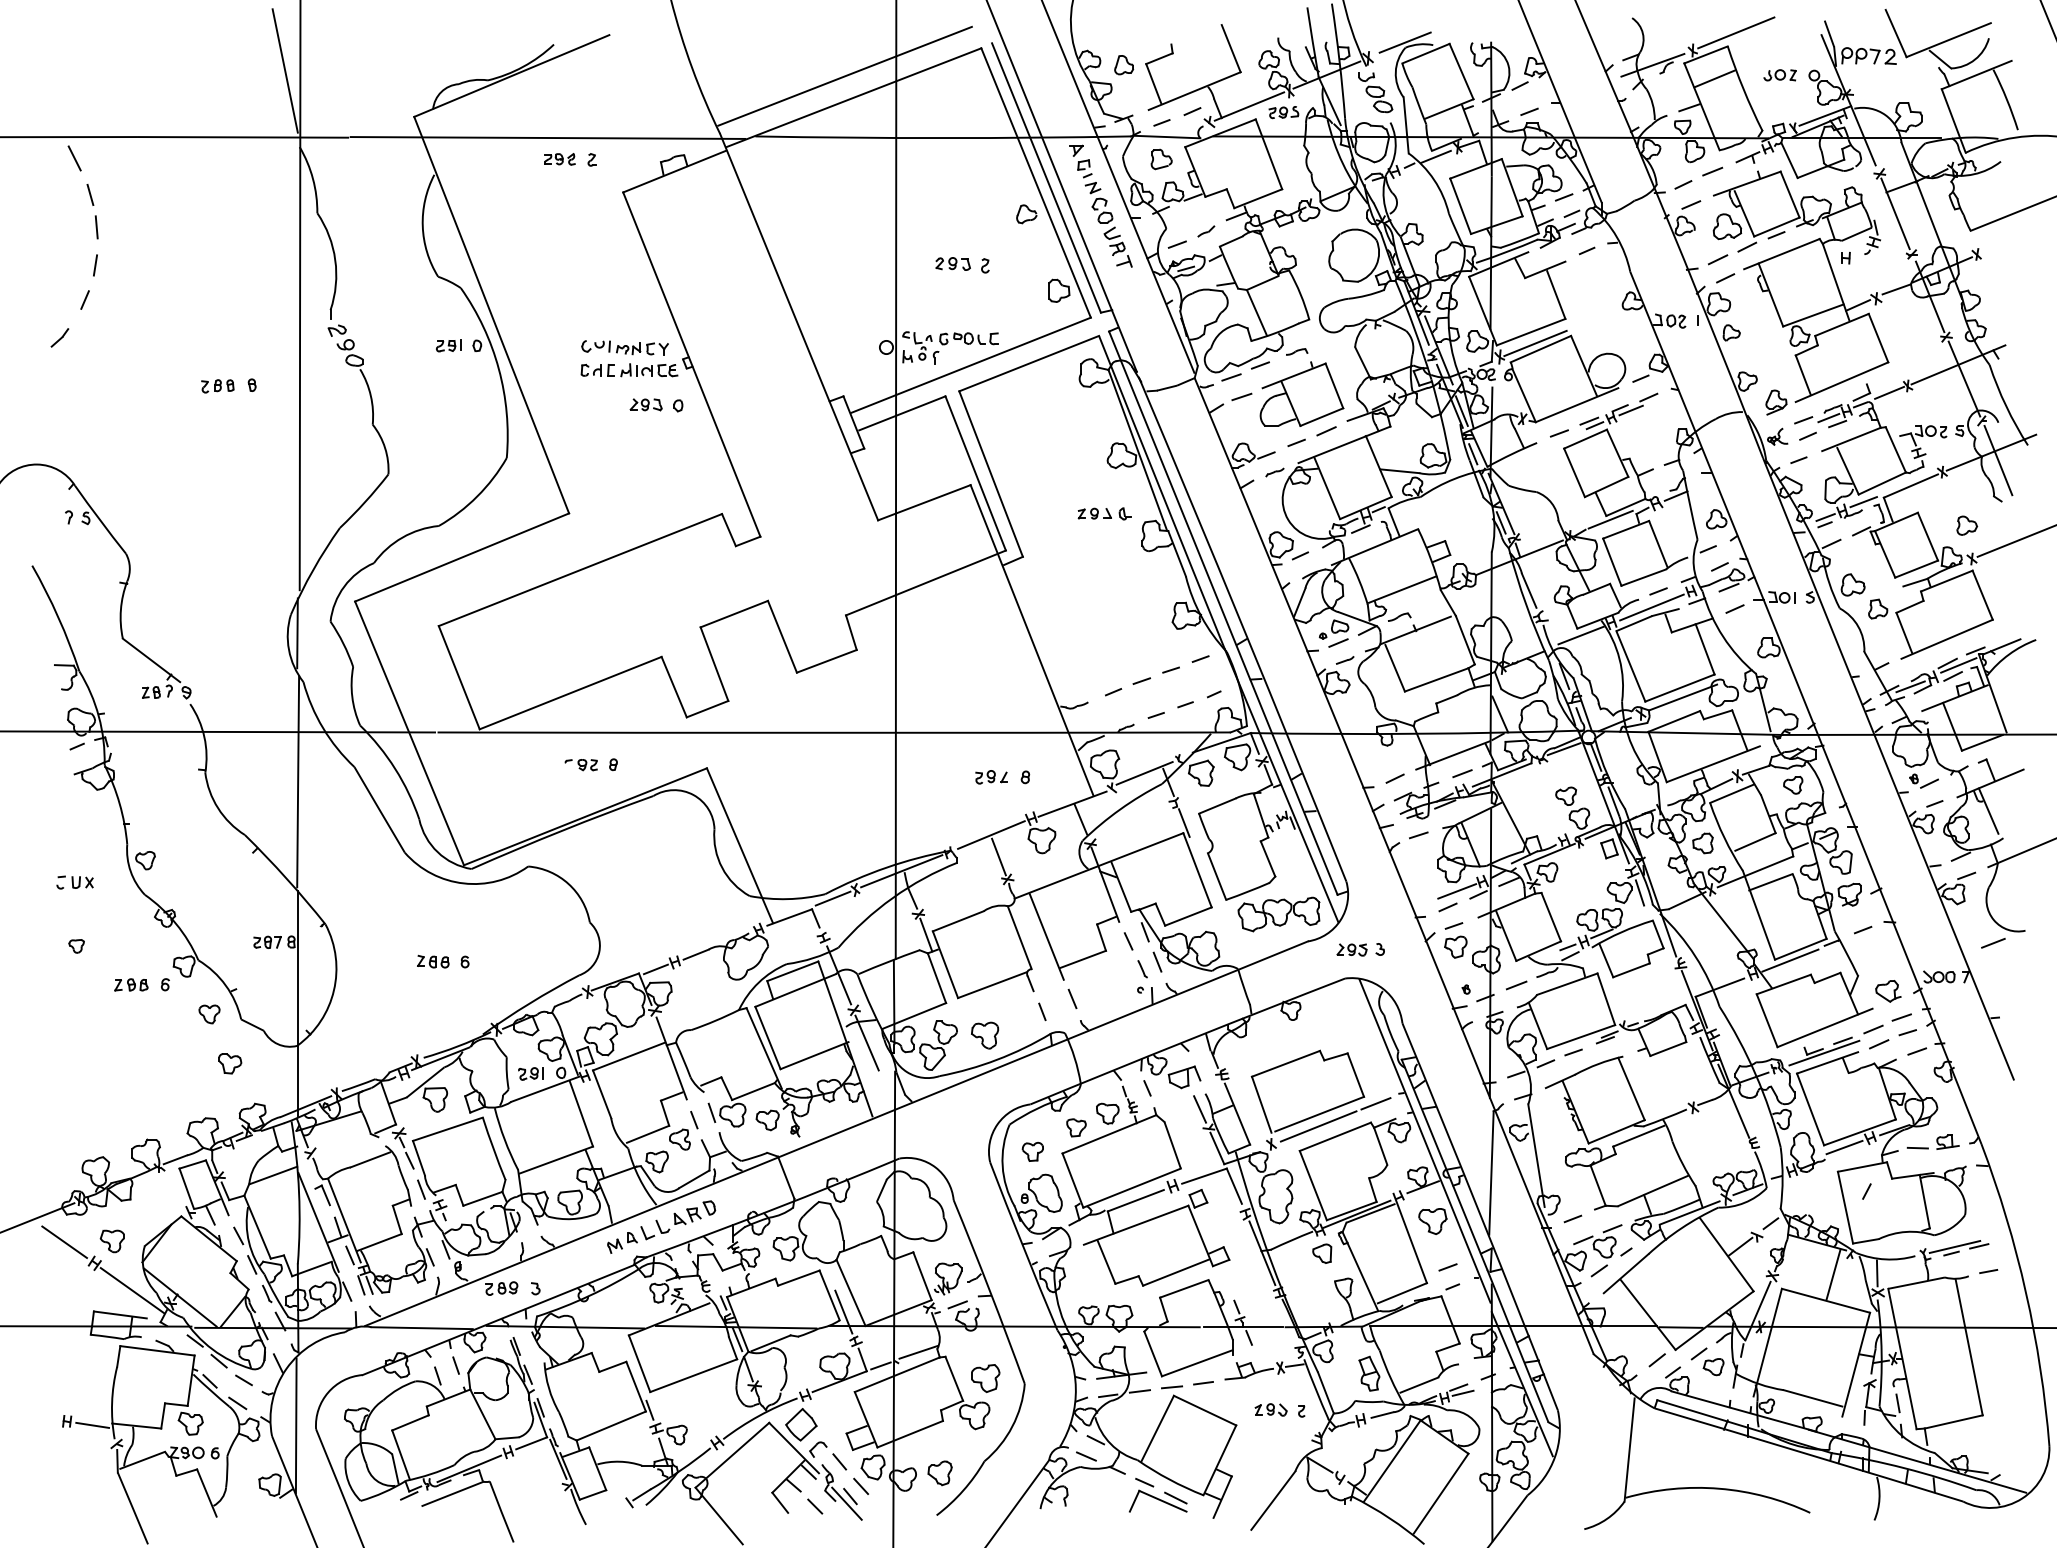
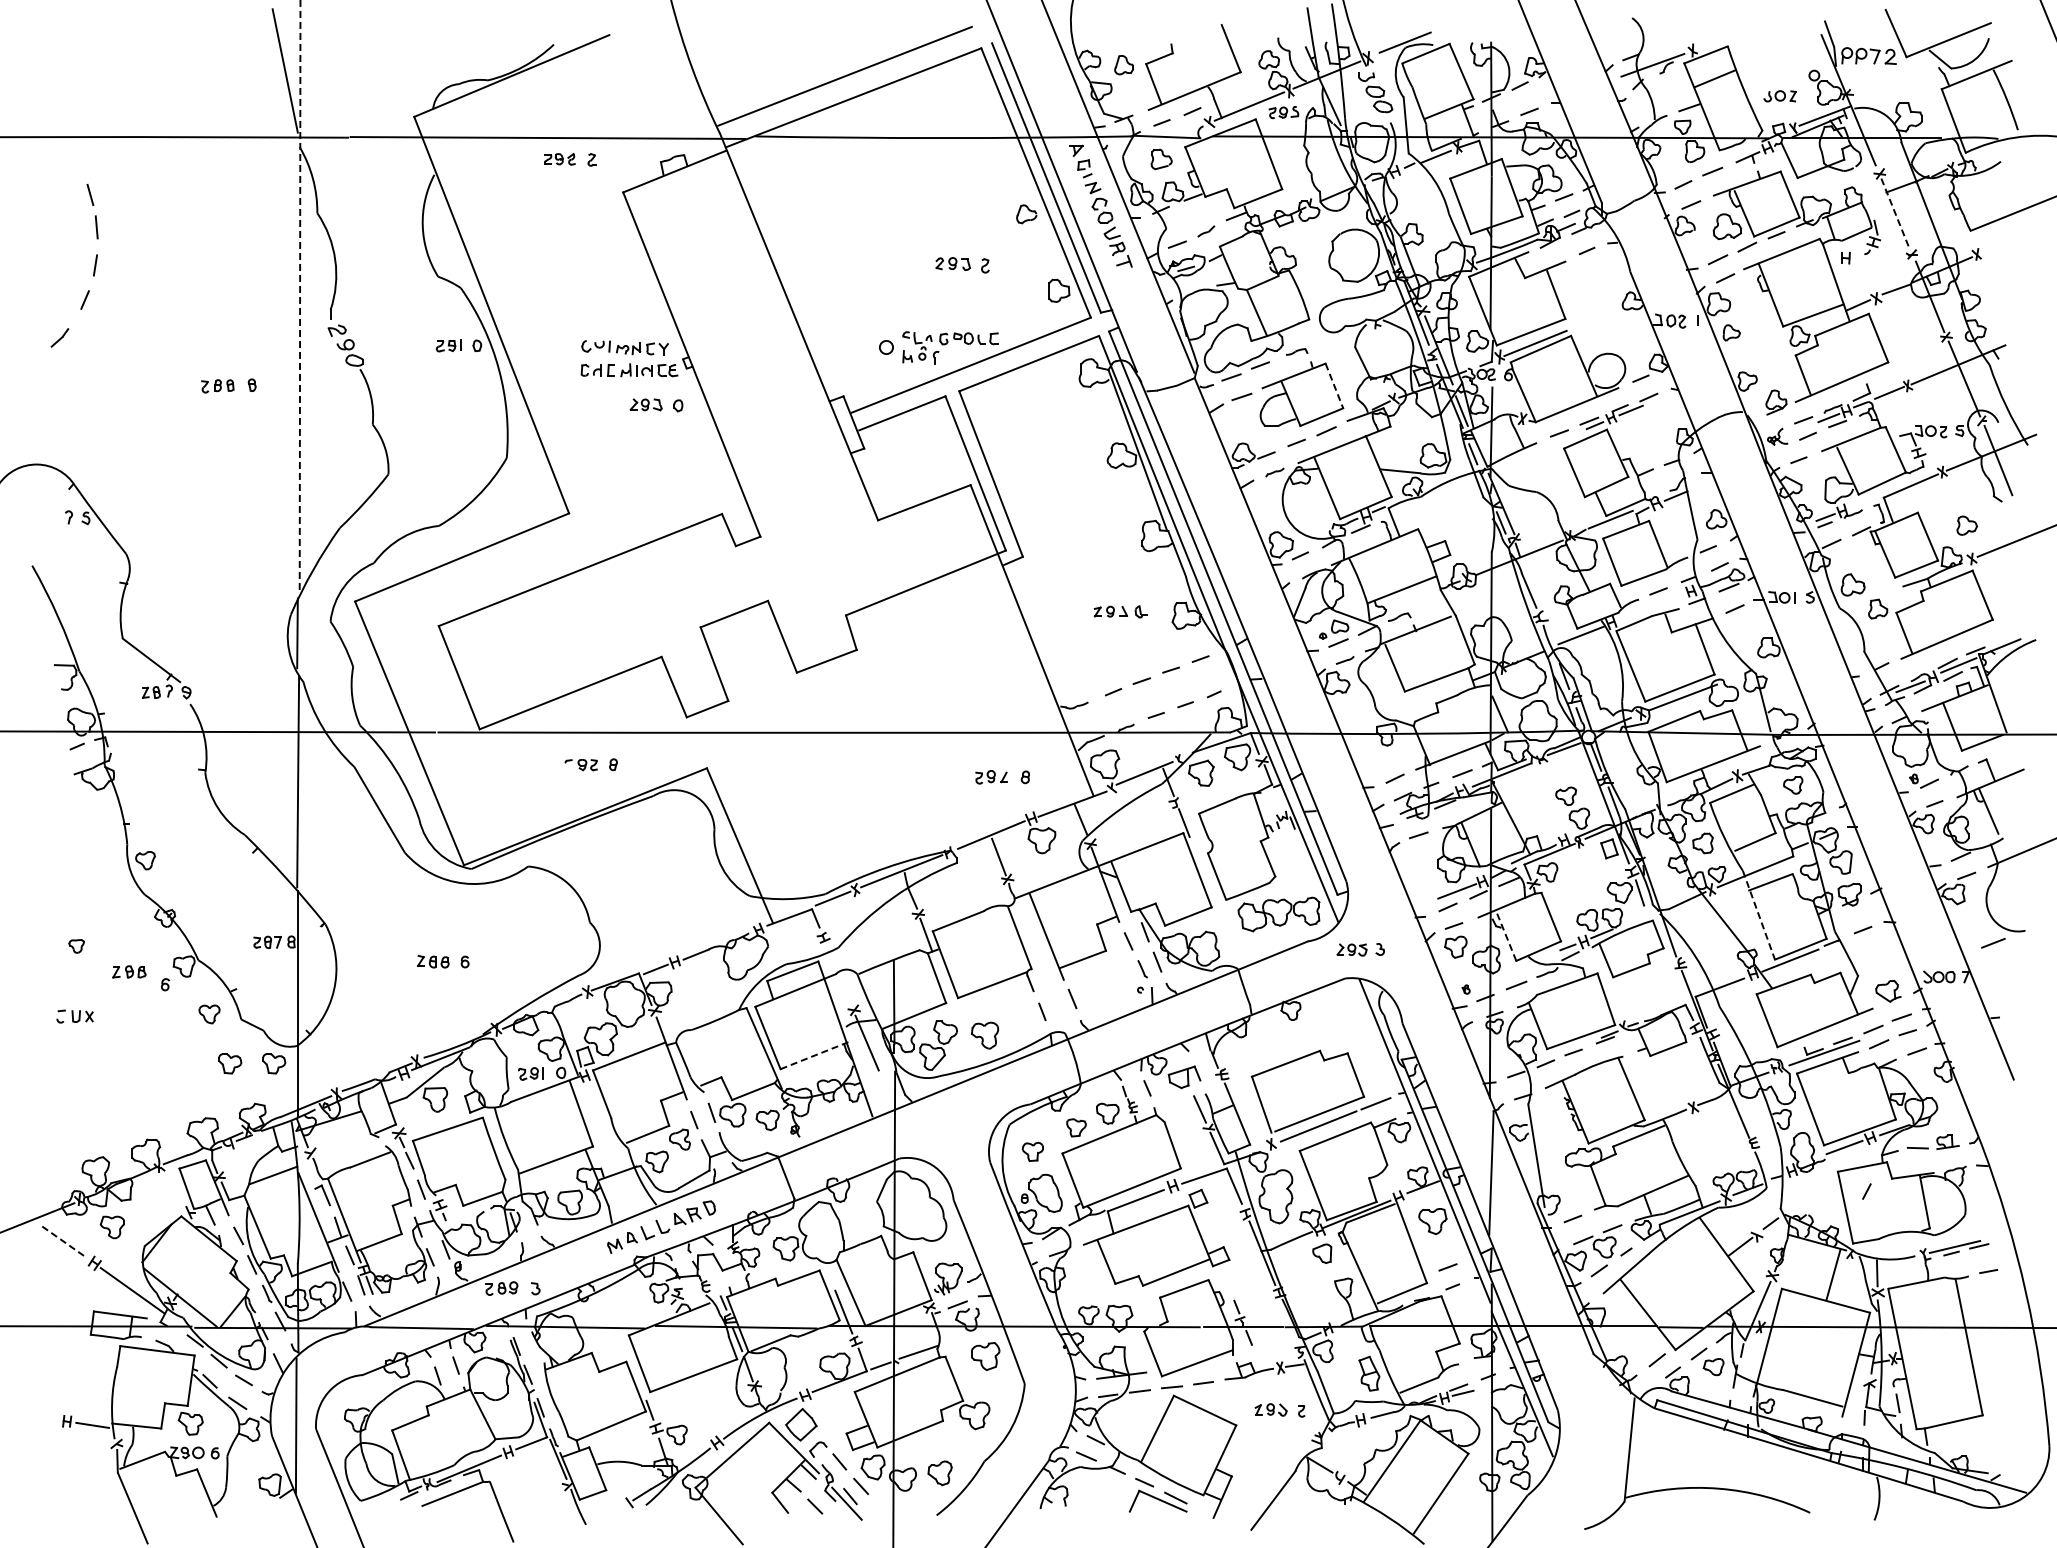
line at (1736, 32): present -> none
part at (1779, 75) position: (1779, 75) -> (1779, 96)
line at (74, 158): present -> none
line at (1895, 213): solid -> dashed
line at (300, 295): solid -> dashed
line at (1334, 386): solid -> dashed
line at (895, 480): present -> none
line at (1863, 502): present -> none
part at (1104, 513) position: (1104, 513) -> (1120, 611)
line at (1651, 607): present -> none
part at (74, 882) position: (74, 882) -> (74, 1016)
line at (1759, 915): solid -> dashed
line at (1506, 936): solid -> dashed
line at (839, 975): present -> none
part at (131, 984) position: (131, 984) -> (129, 971)
line at (814, 1055): solid -> dashed
part at (274, 1063): none -> present
part at (111, 1241) position: (111, 1241) -> (111, 1227)
line at (65, 1242): solid -> dashed
part at (985, 1378) position: (985, 1378) -> (985, 1356)
